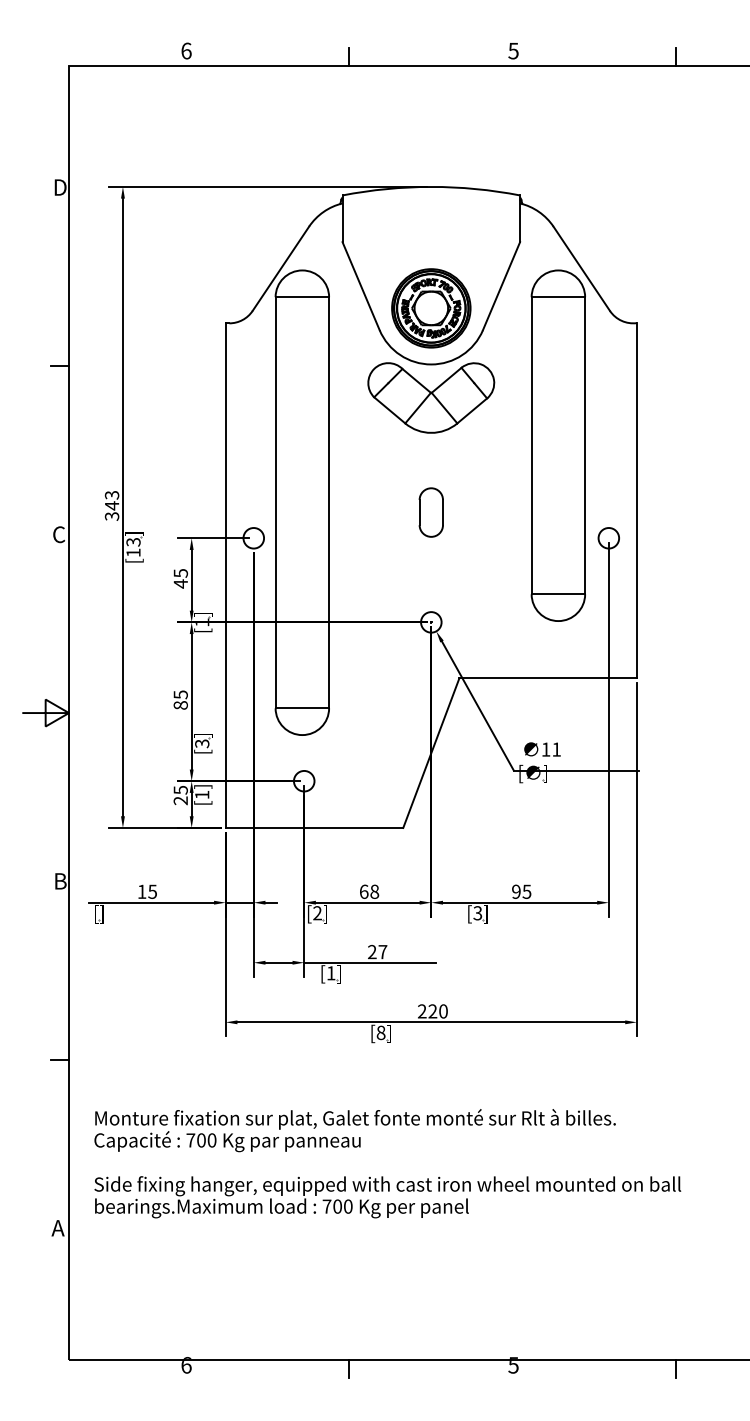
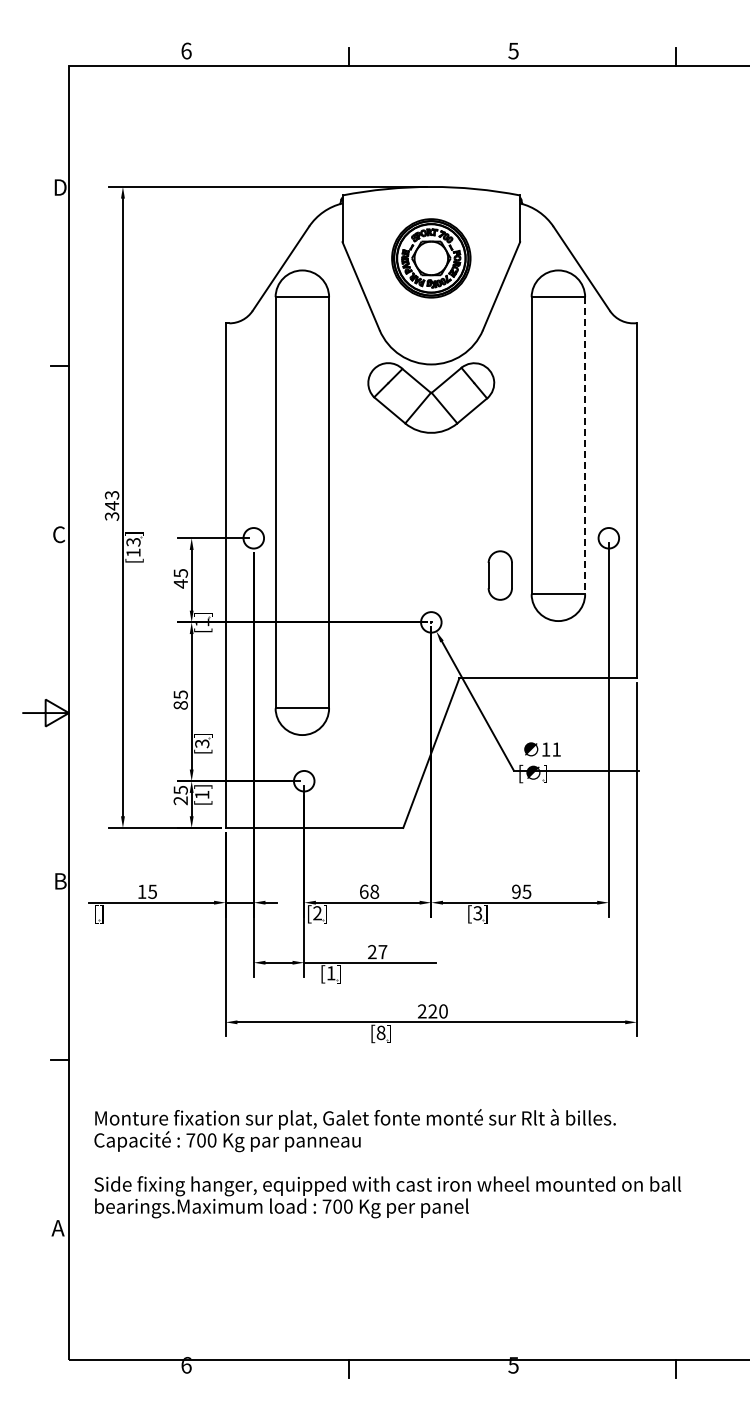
part at (431, 308) position: (431, 308) -> (431, 258)
line at (585, 445): solid -> dashed
part at (430, 512) position: (430, 512) -> (499, 575)
